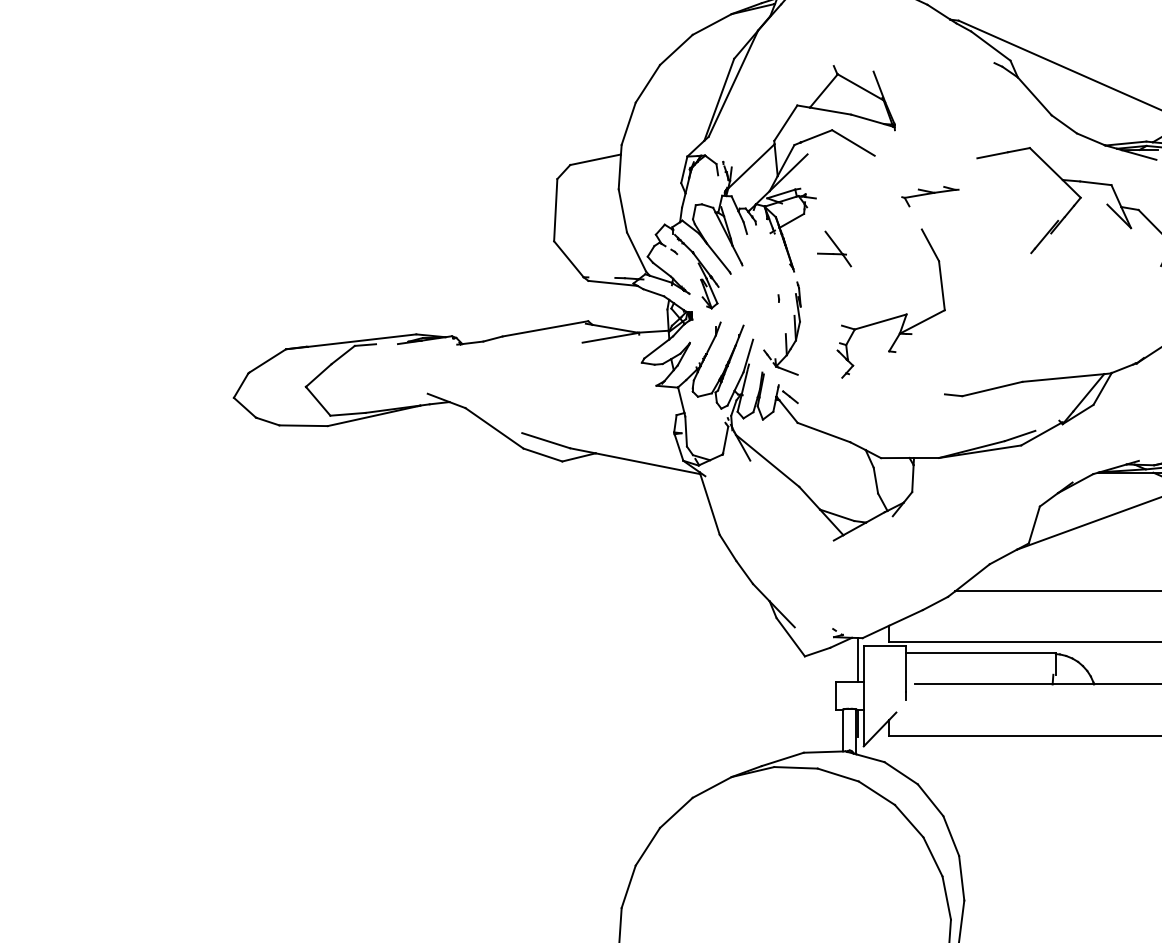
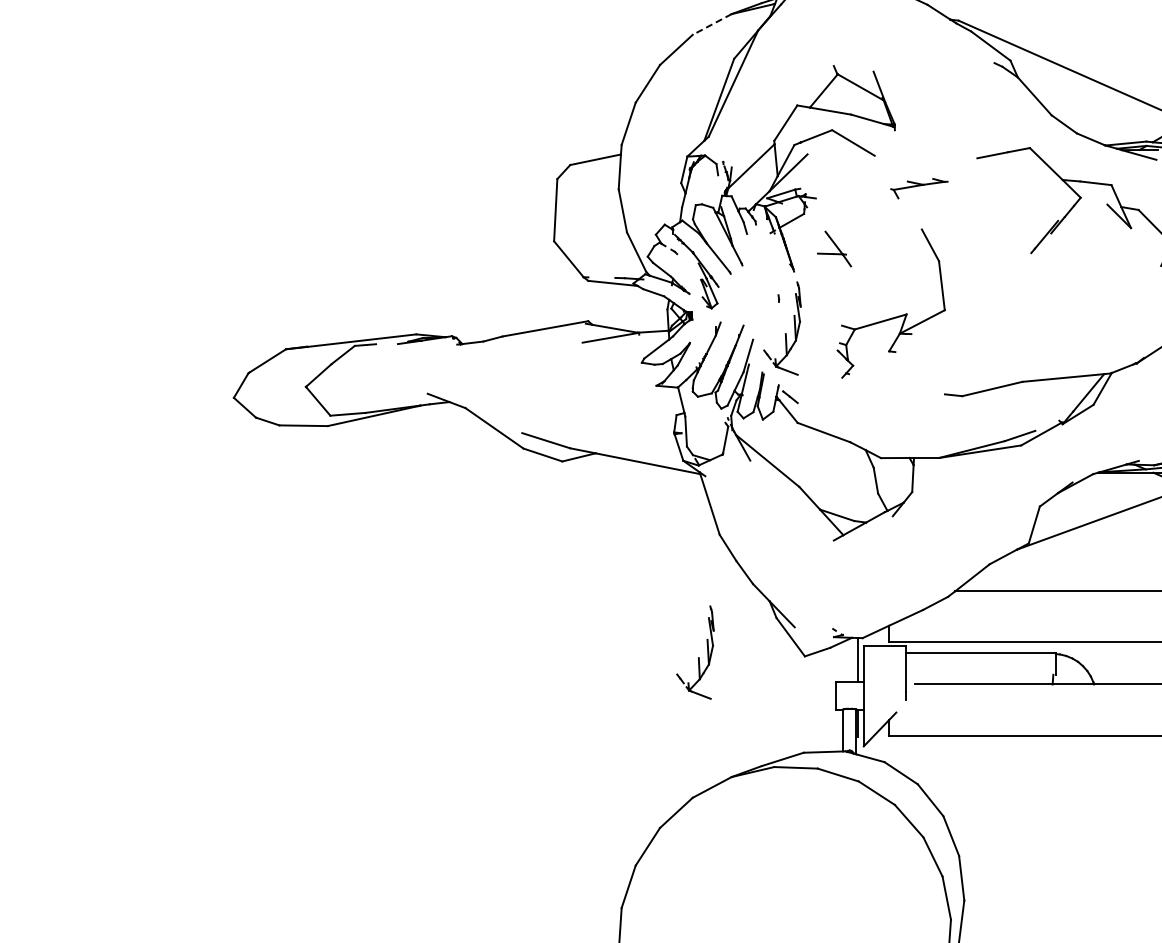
line at (711, 24): solid -> dashed
part at (930, 196) position: (930, 196) -> (919, 188)
part at (695, 652): none -> present
